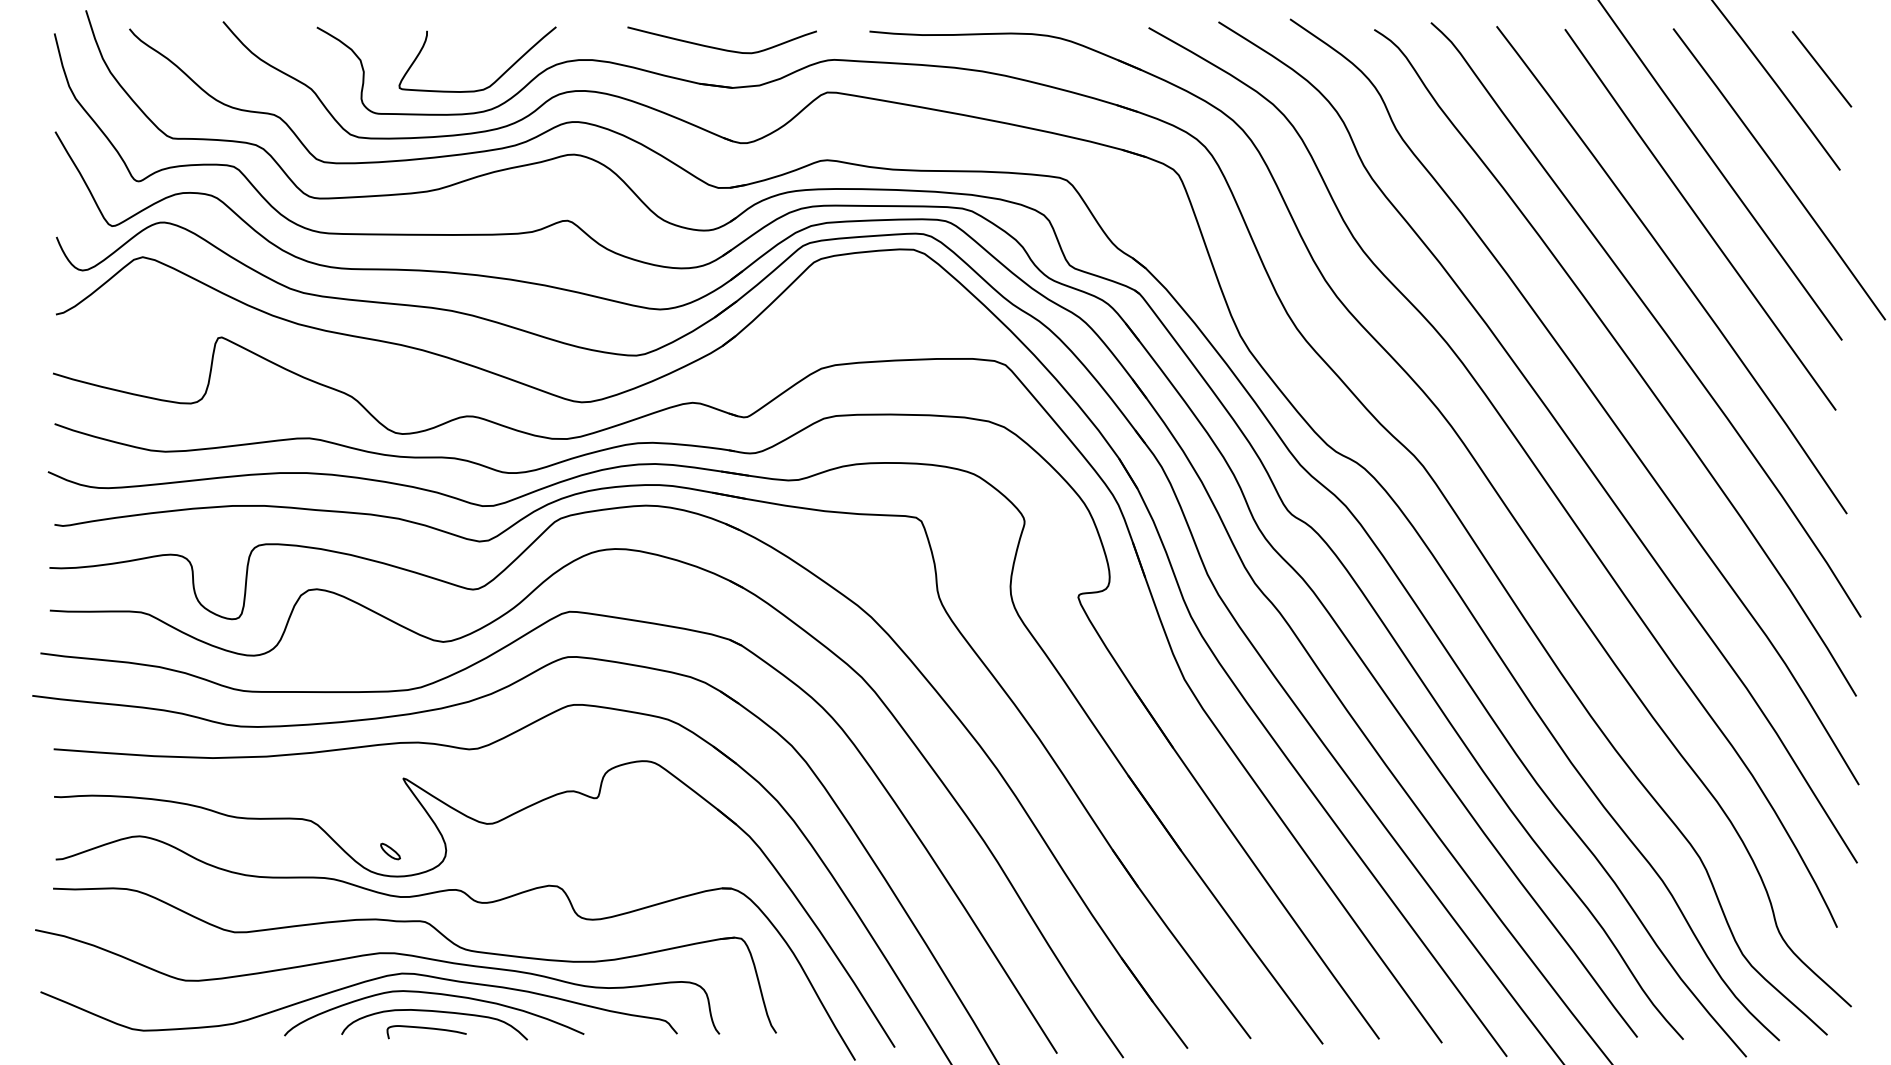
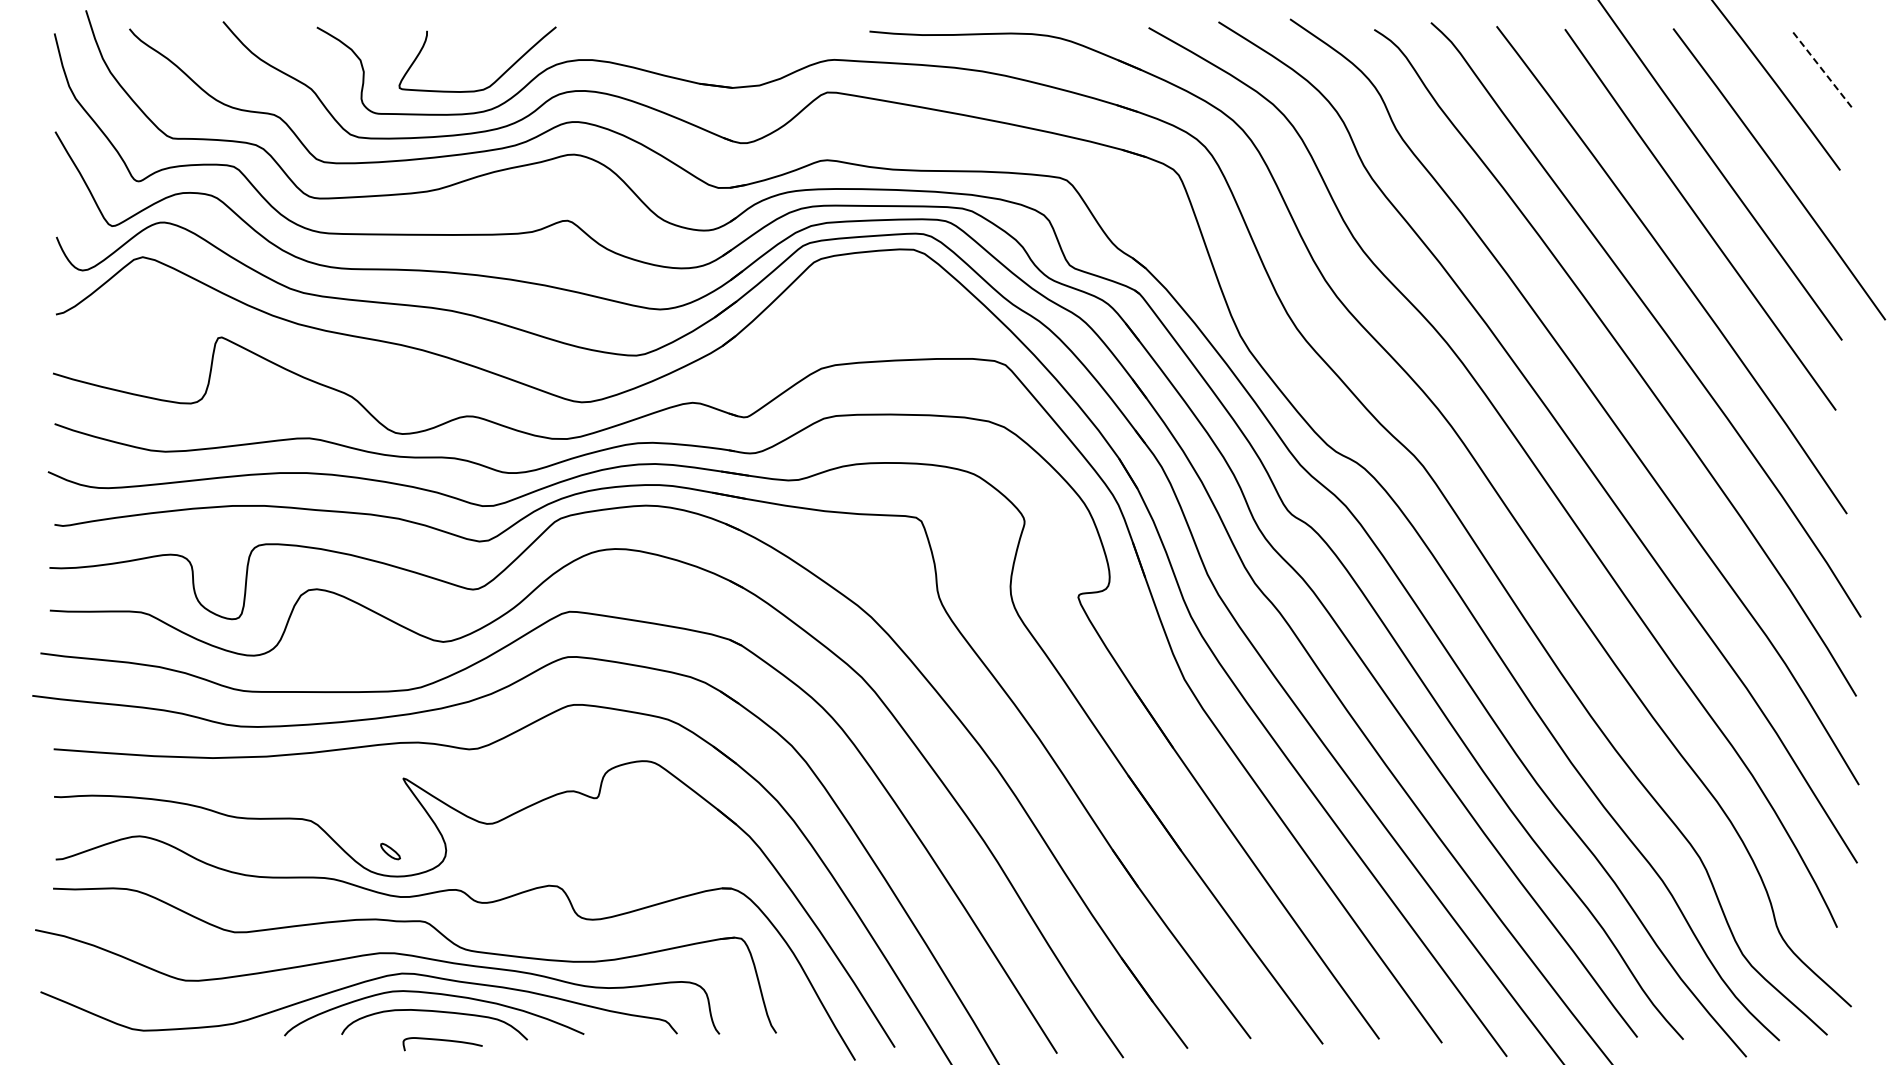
curve at (718, 47): present -> none
line at (1821, 68): solid -> dashed
curve at (427, 1029) position: (427, 1029) -> (443, 1041)
